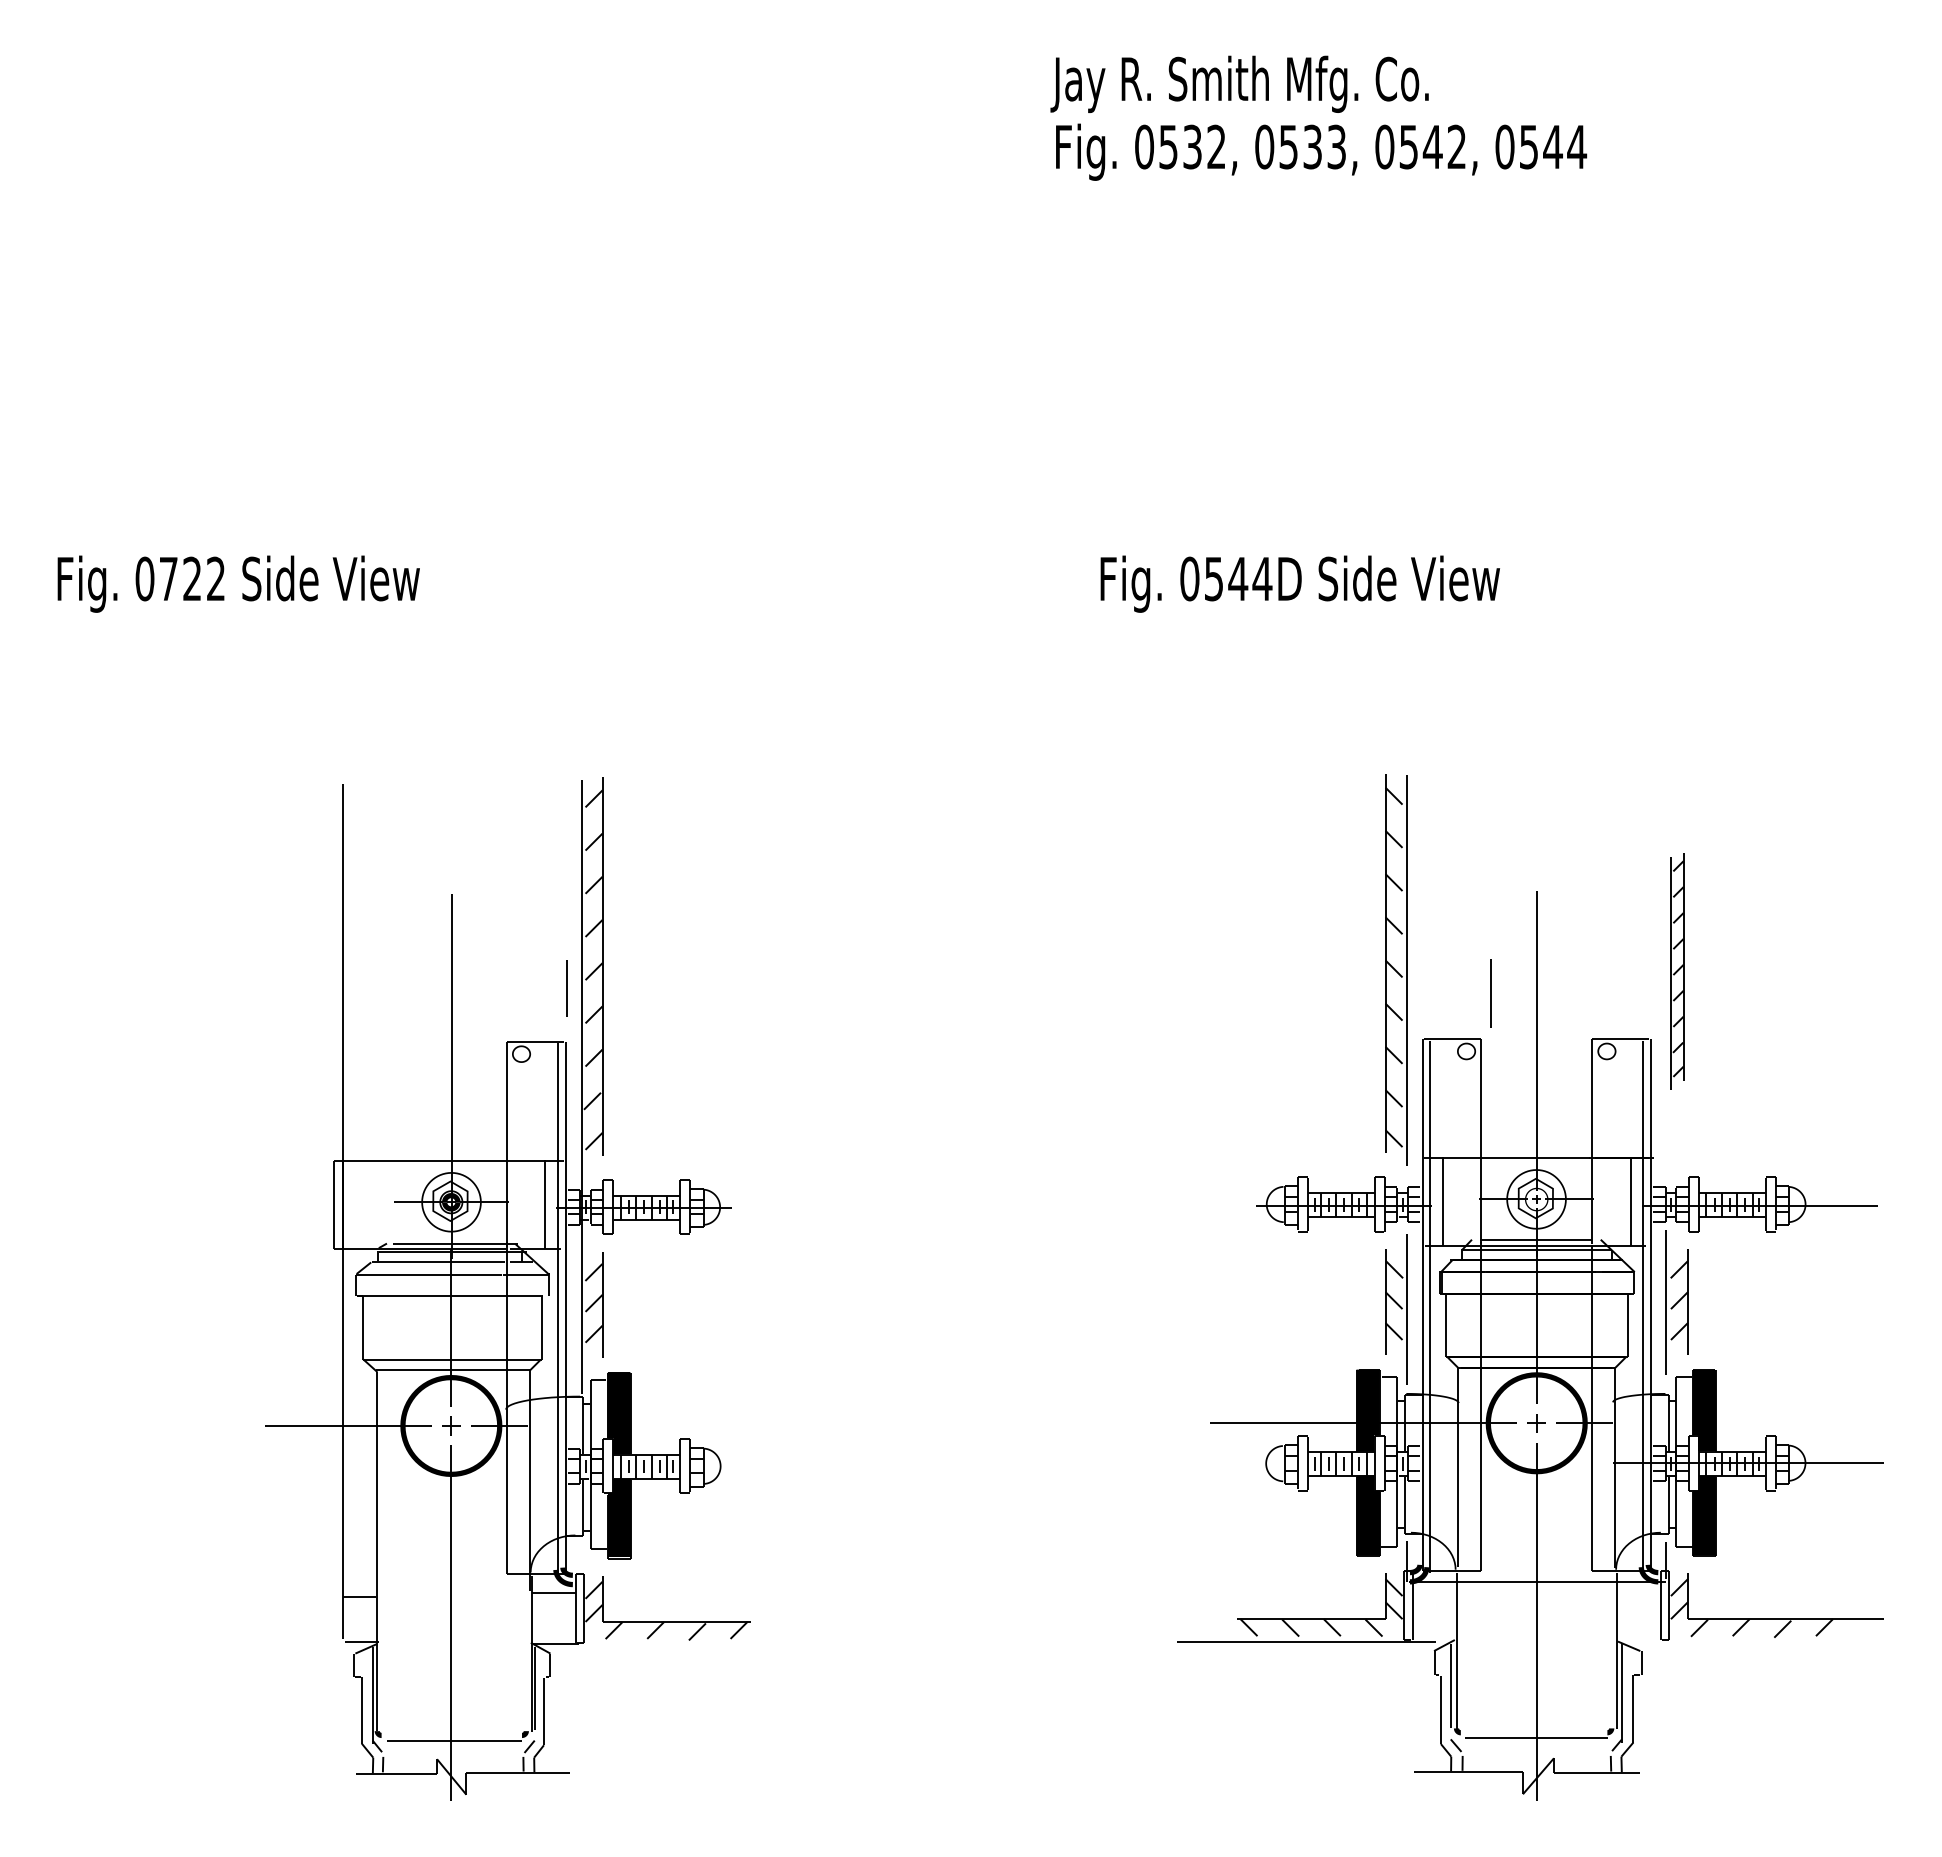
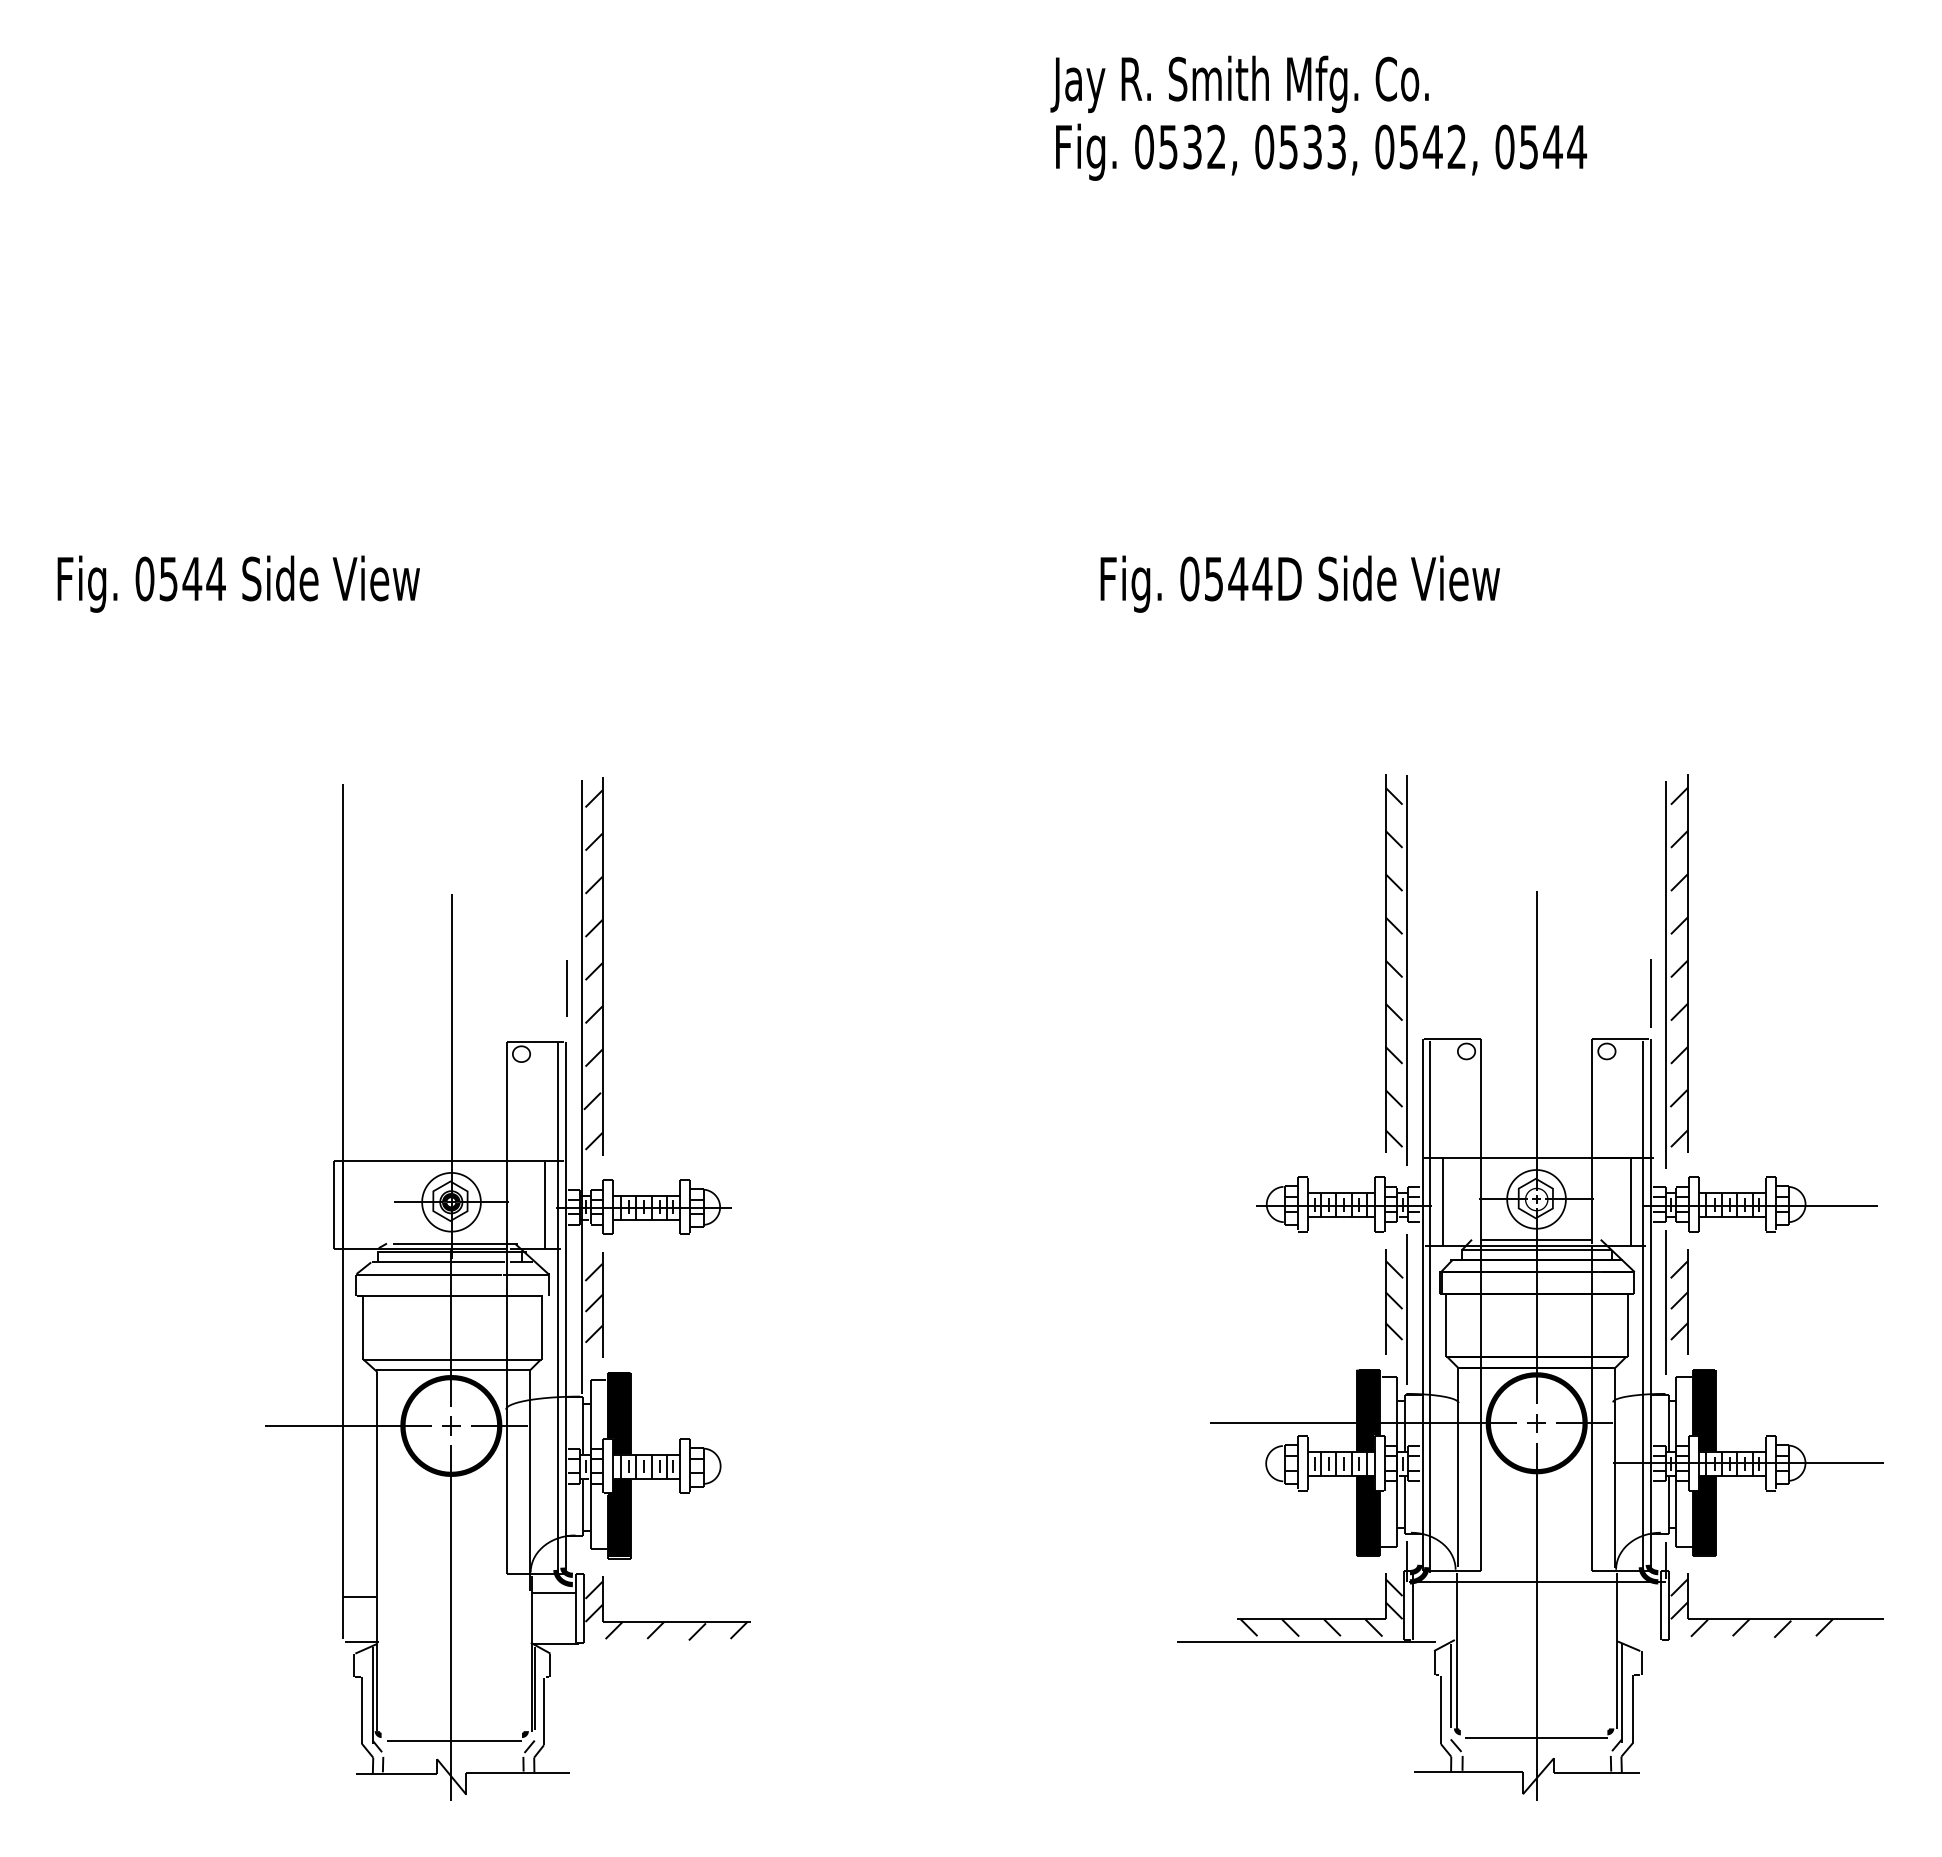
text at (192, 578): 0722 -> 0544
part at (1677, 971) size: 15x237 px -> 24x395 px
line at (1490, 993) position: (1490, 993) -> (1650, 993)
